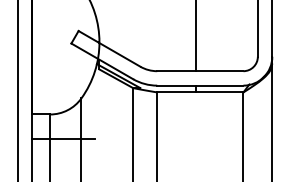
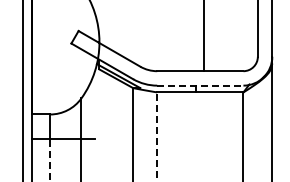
line at (195, 36) position: (195, 36) -> (203, 36)
line at (200, 85): solid -> dashed
line at (17, 90) position: (17, 90) -> (22, 90)
line at (157, 136): solid -> dashed
line at (50, 159): solid -> dashed
